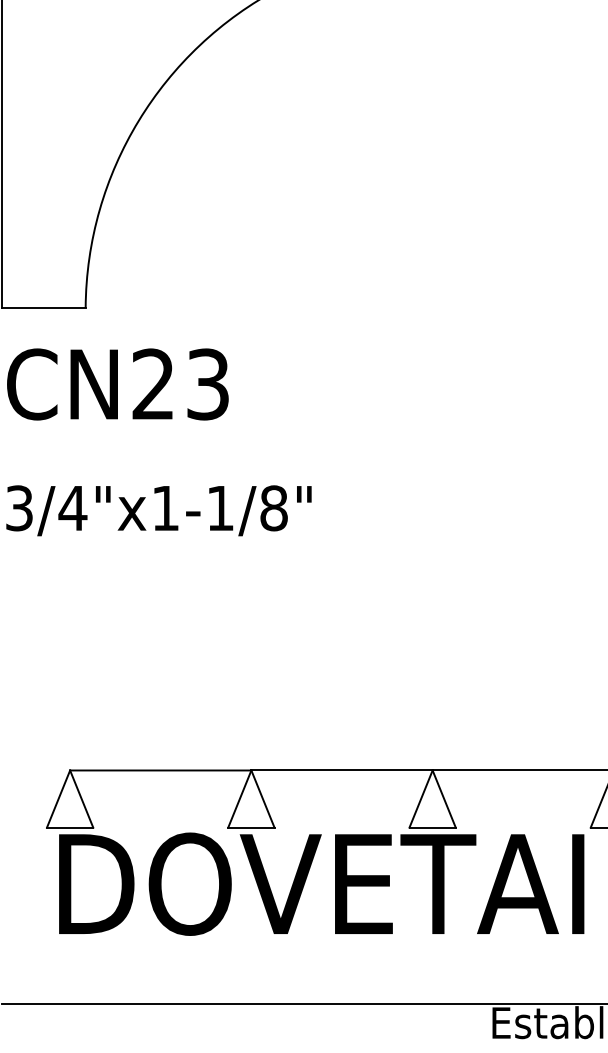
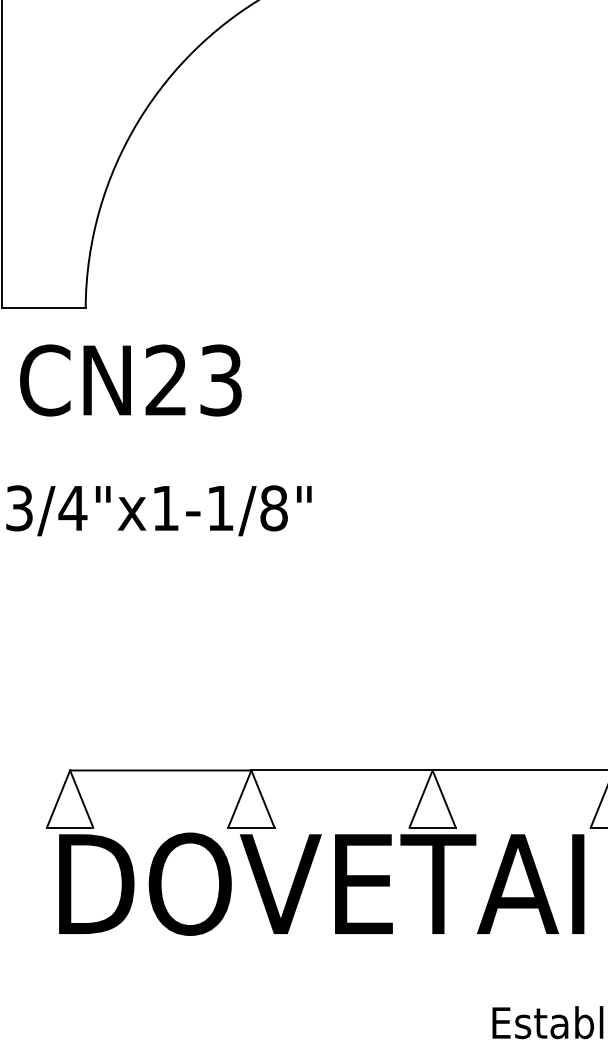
text at (117, 384) position: (117, 384) -> (130, 380)
line at (303, 1003): present -> none
